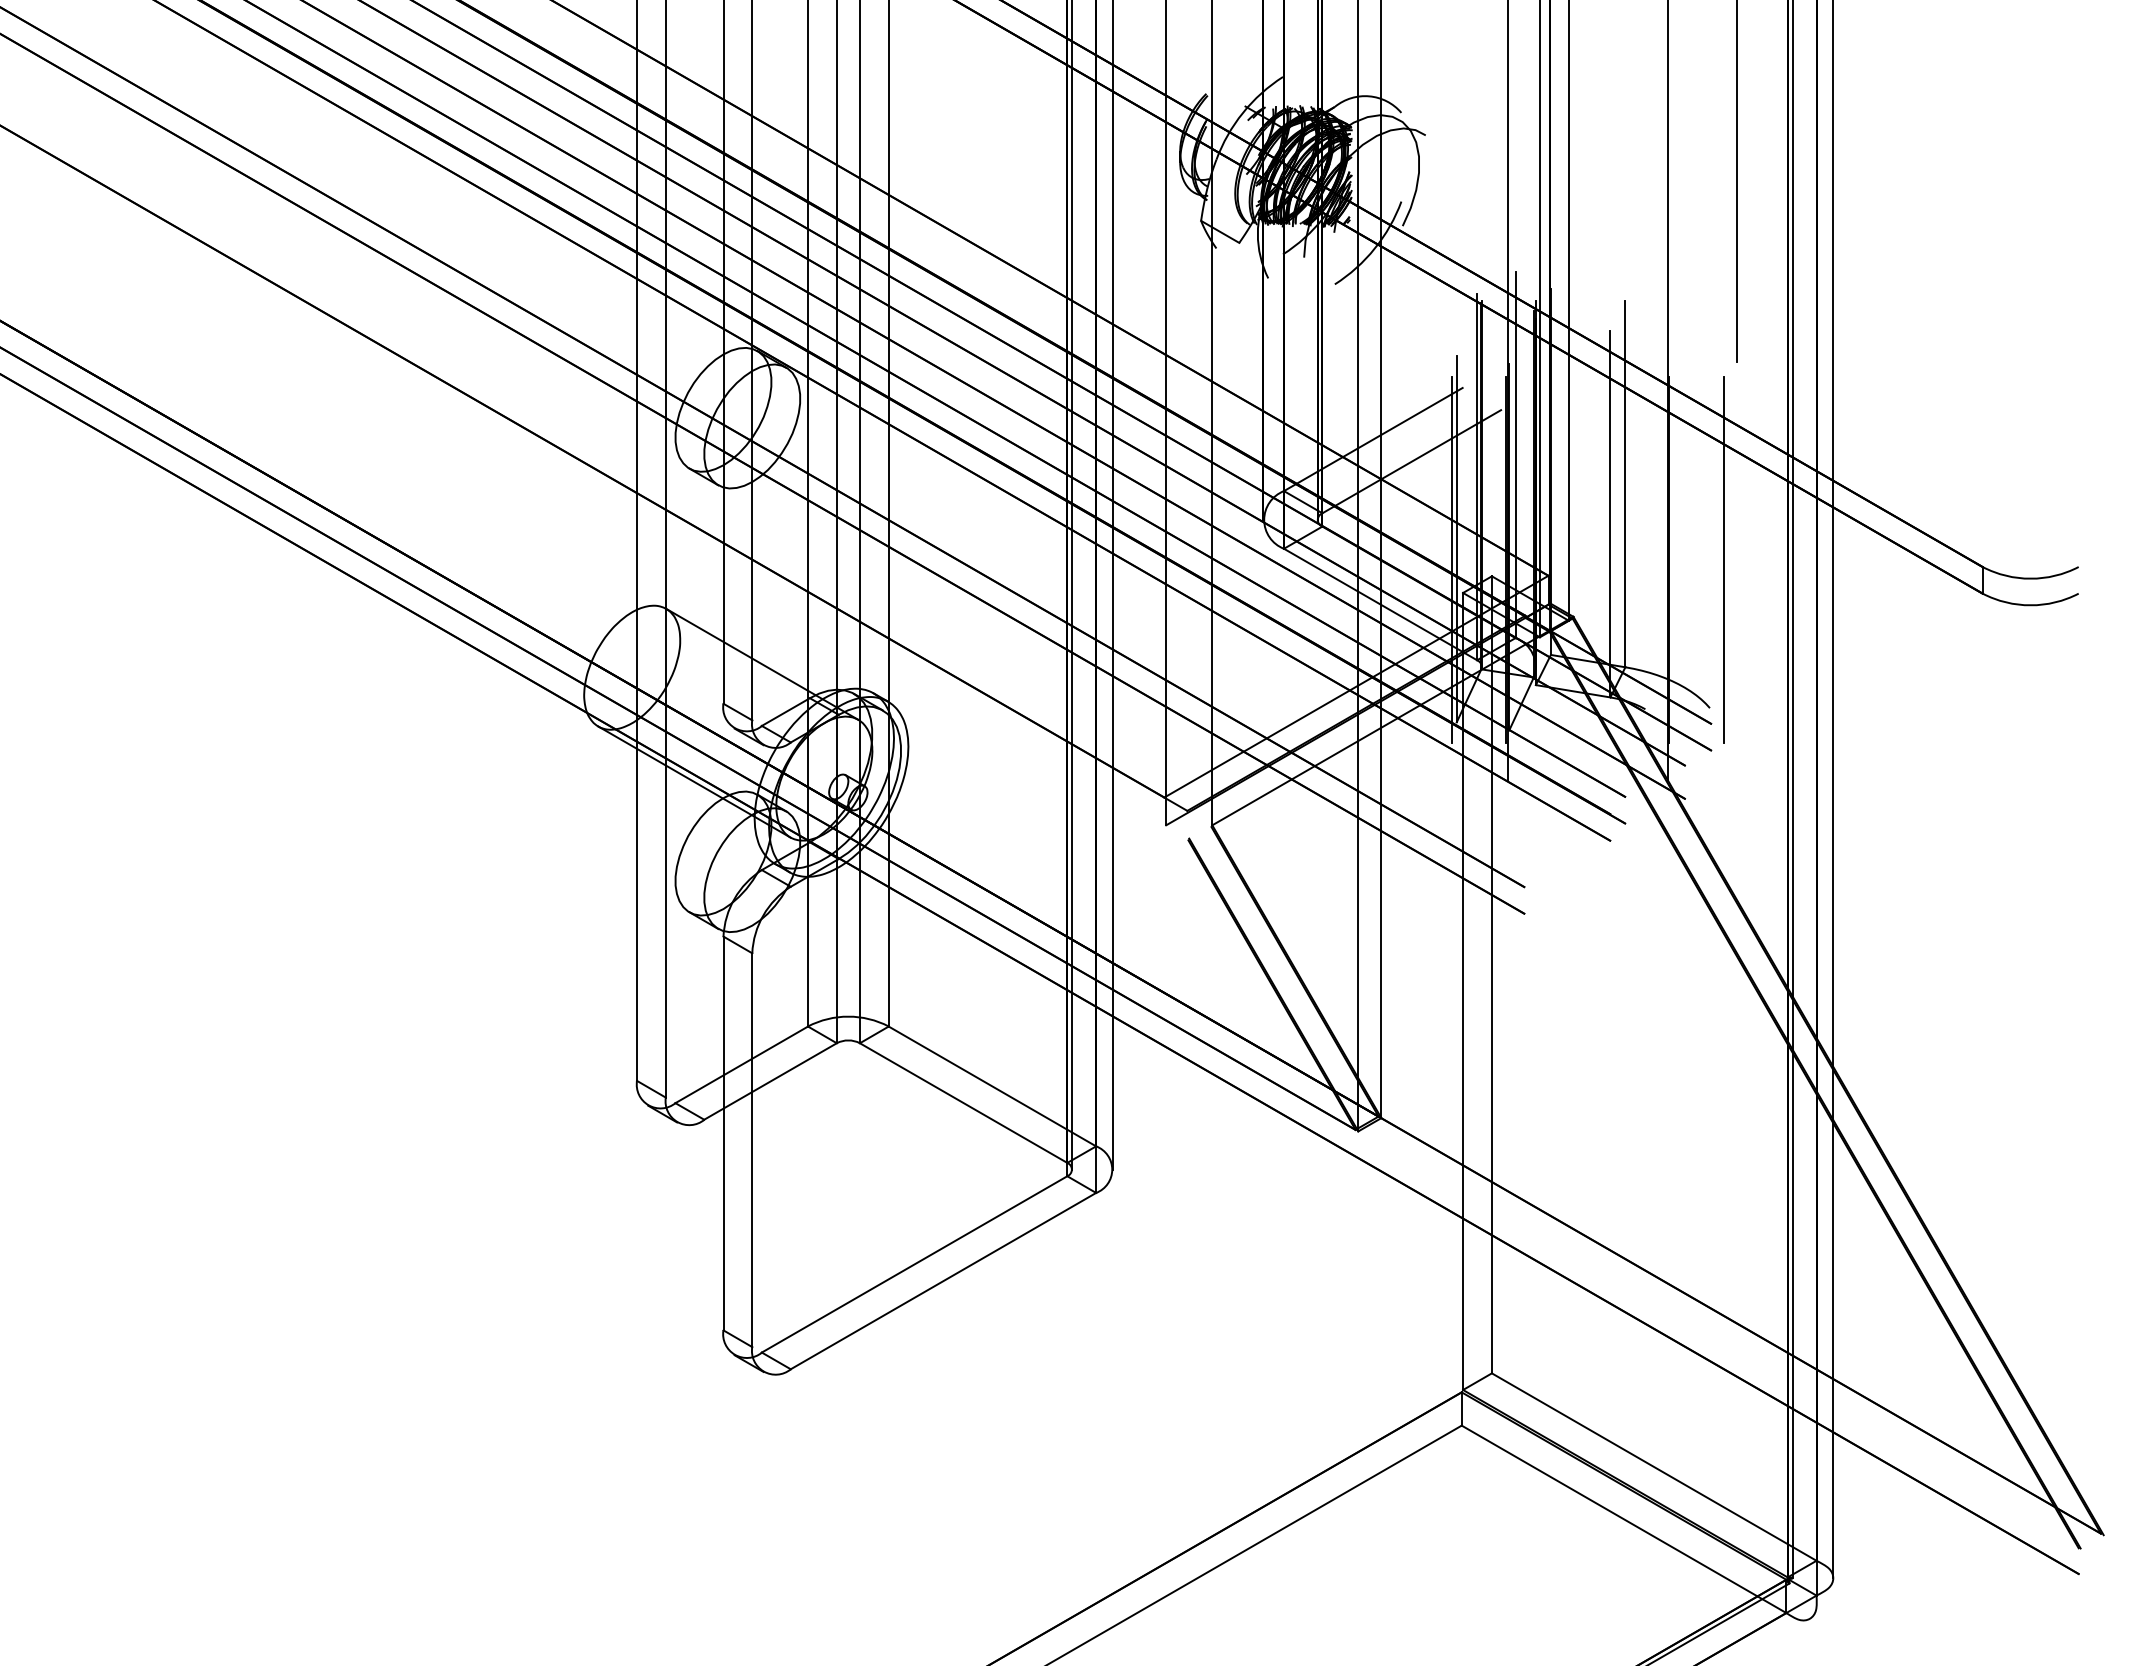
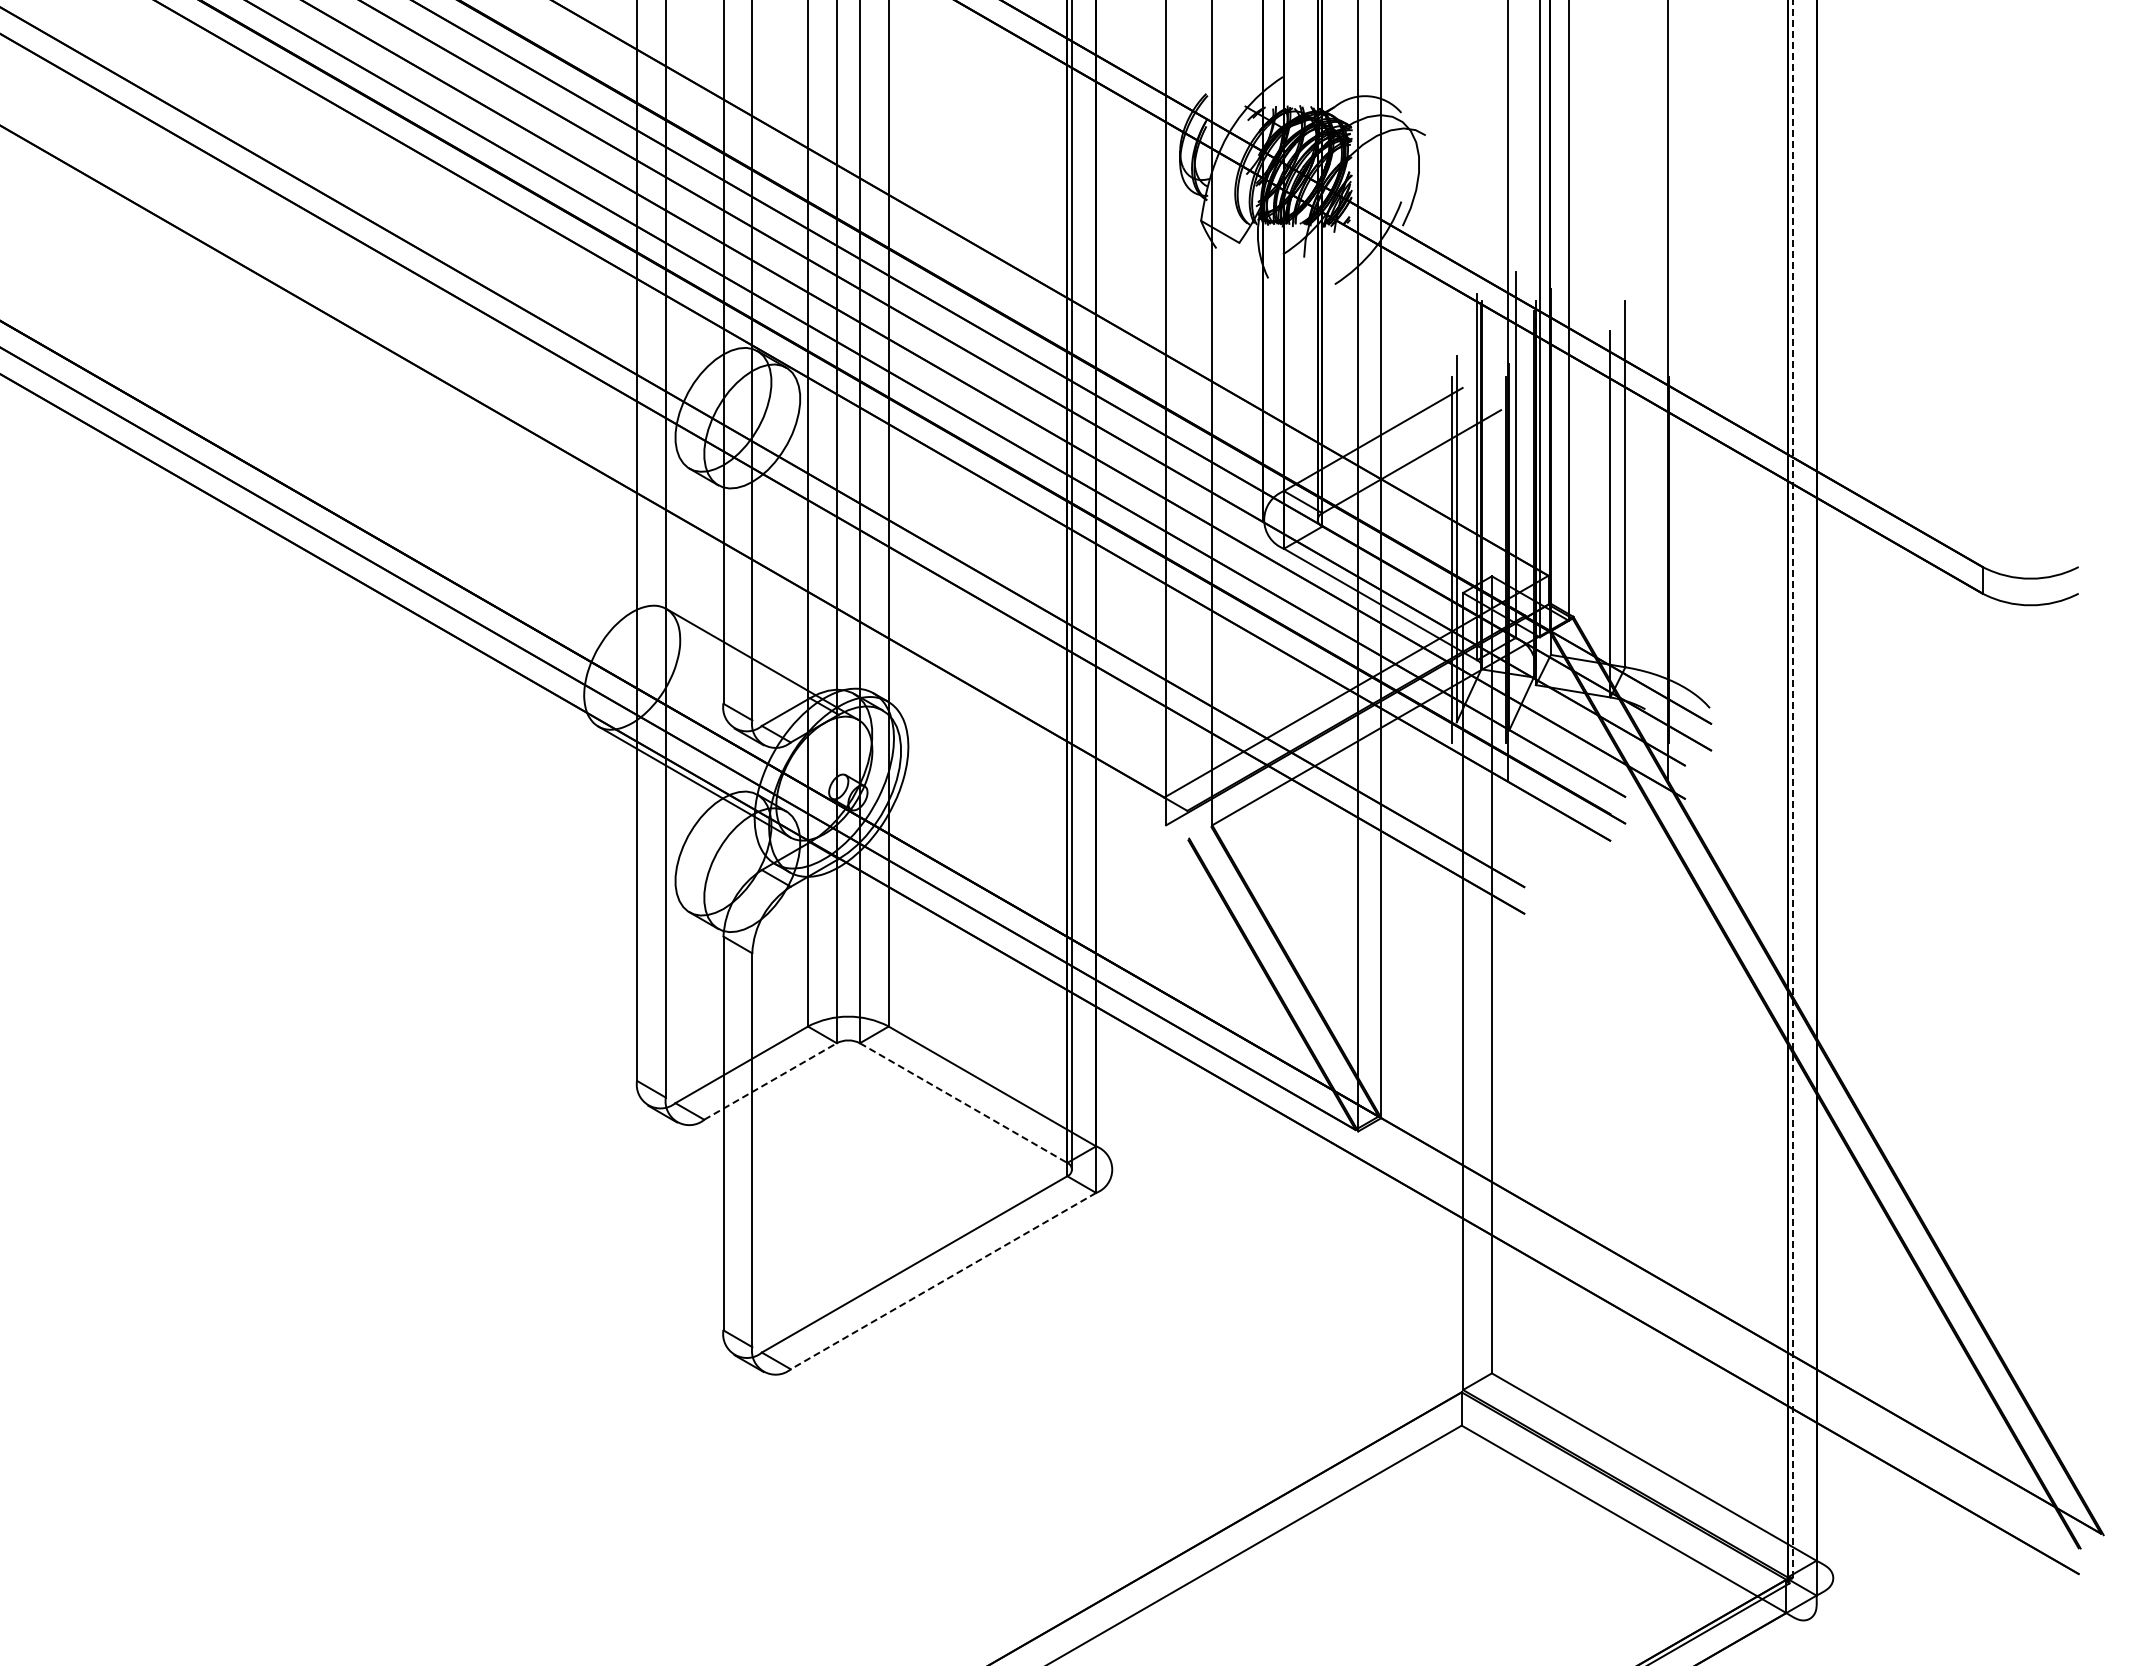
line at (1737, 181): present -> none
line at (1723, 559): present -> none
line at (1112, 585): present -> none
line at (1792, 789): solid -> dashed
line at (1833, 790): present -> none
line at (770, 1081): solid -> dashed
line at (963, 1103): solid -> dashed
line at (943, 1281): solid -> dashed
